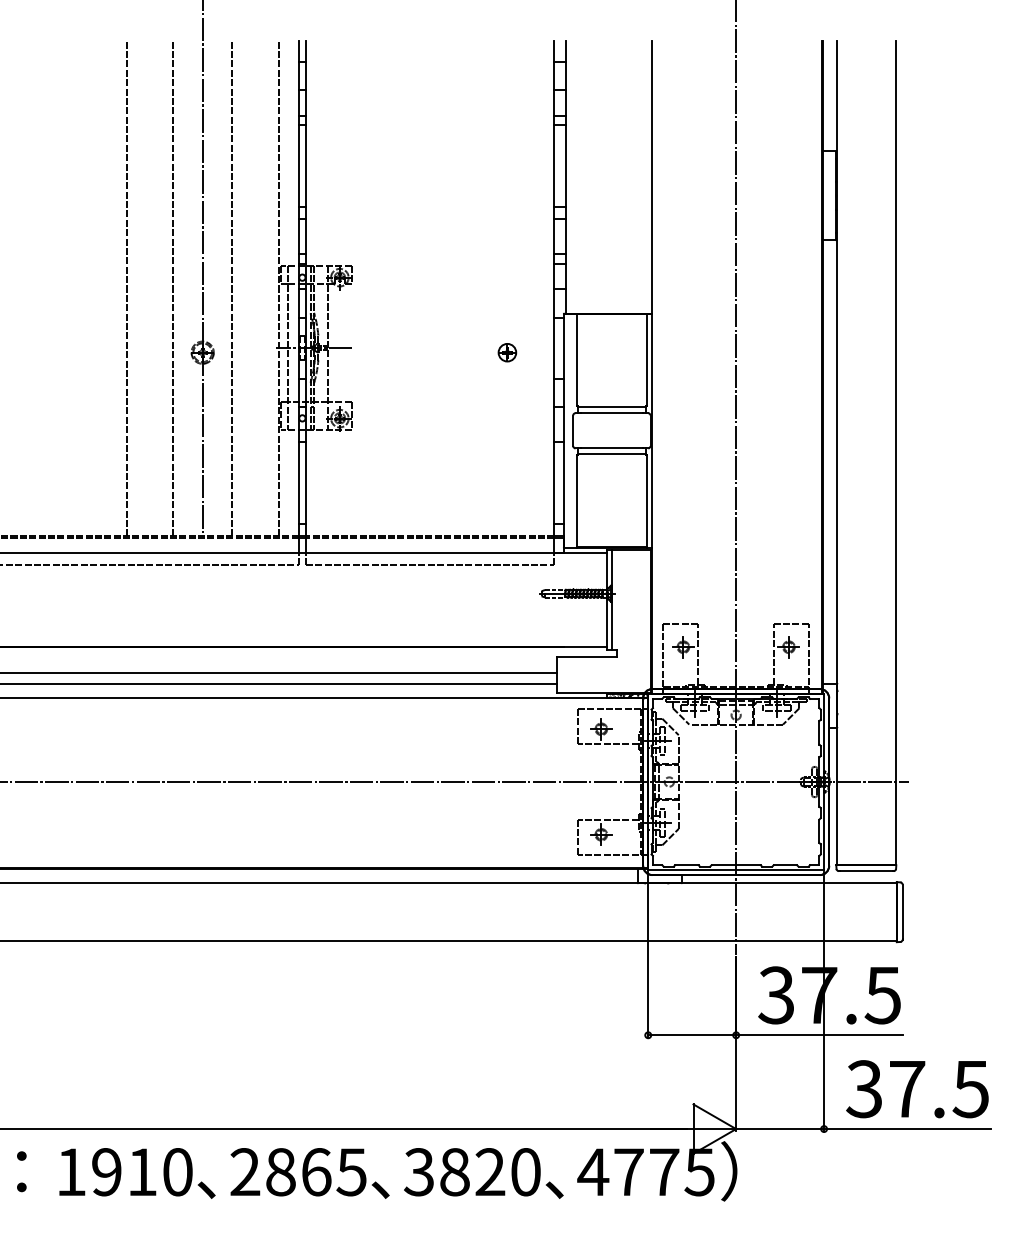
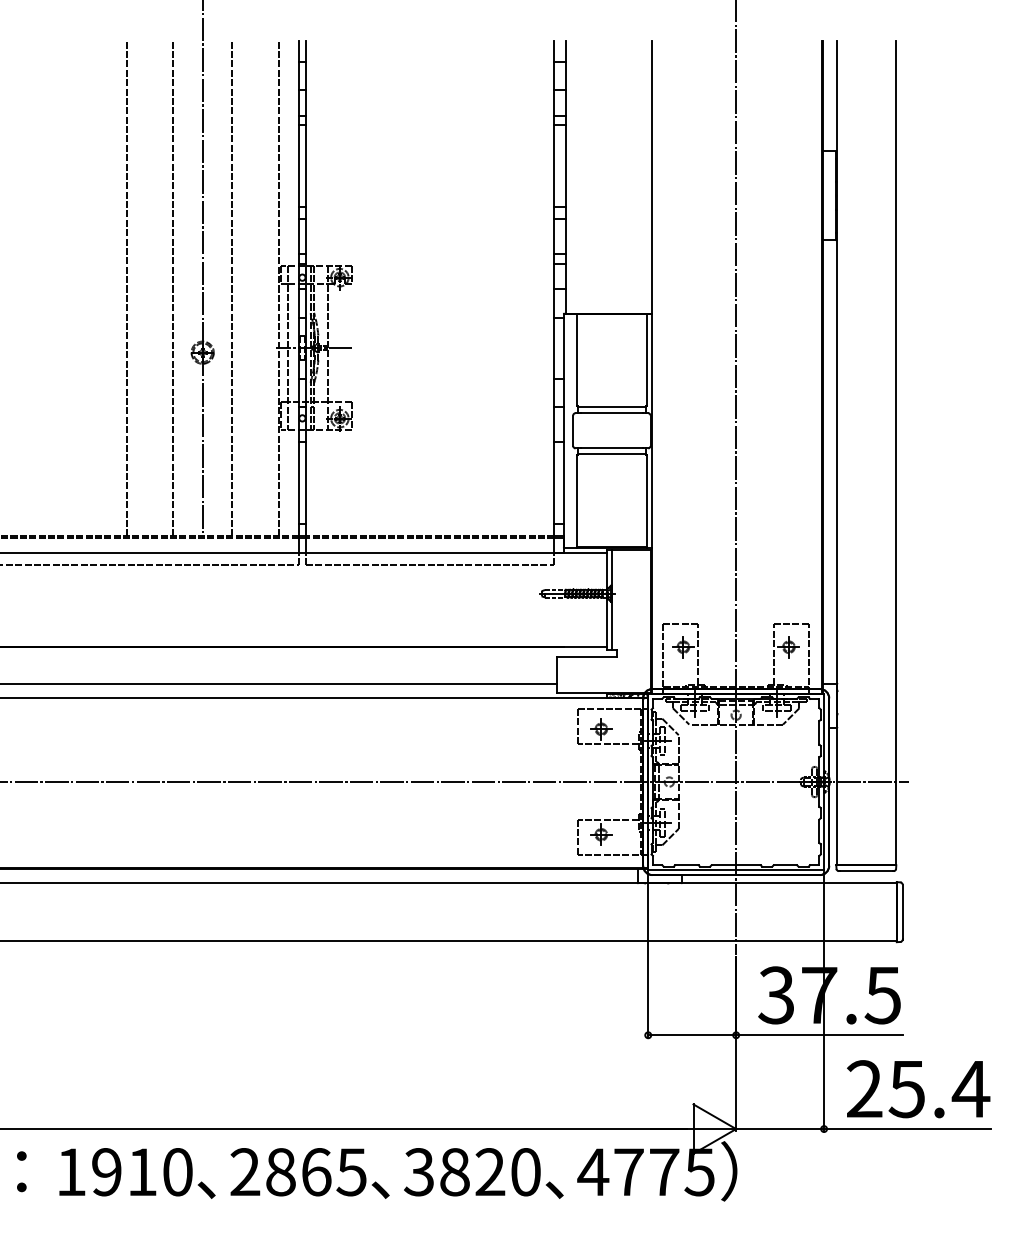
part at (507, 352): present -> none
line at (279, 672): present -> none
text at (918, 1089): 37.5 -> 25.4
